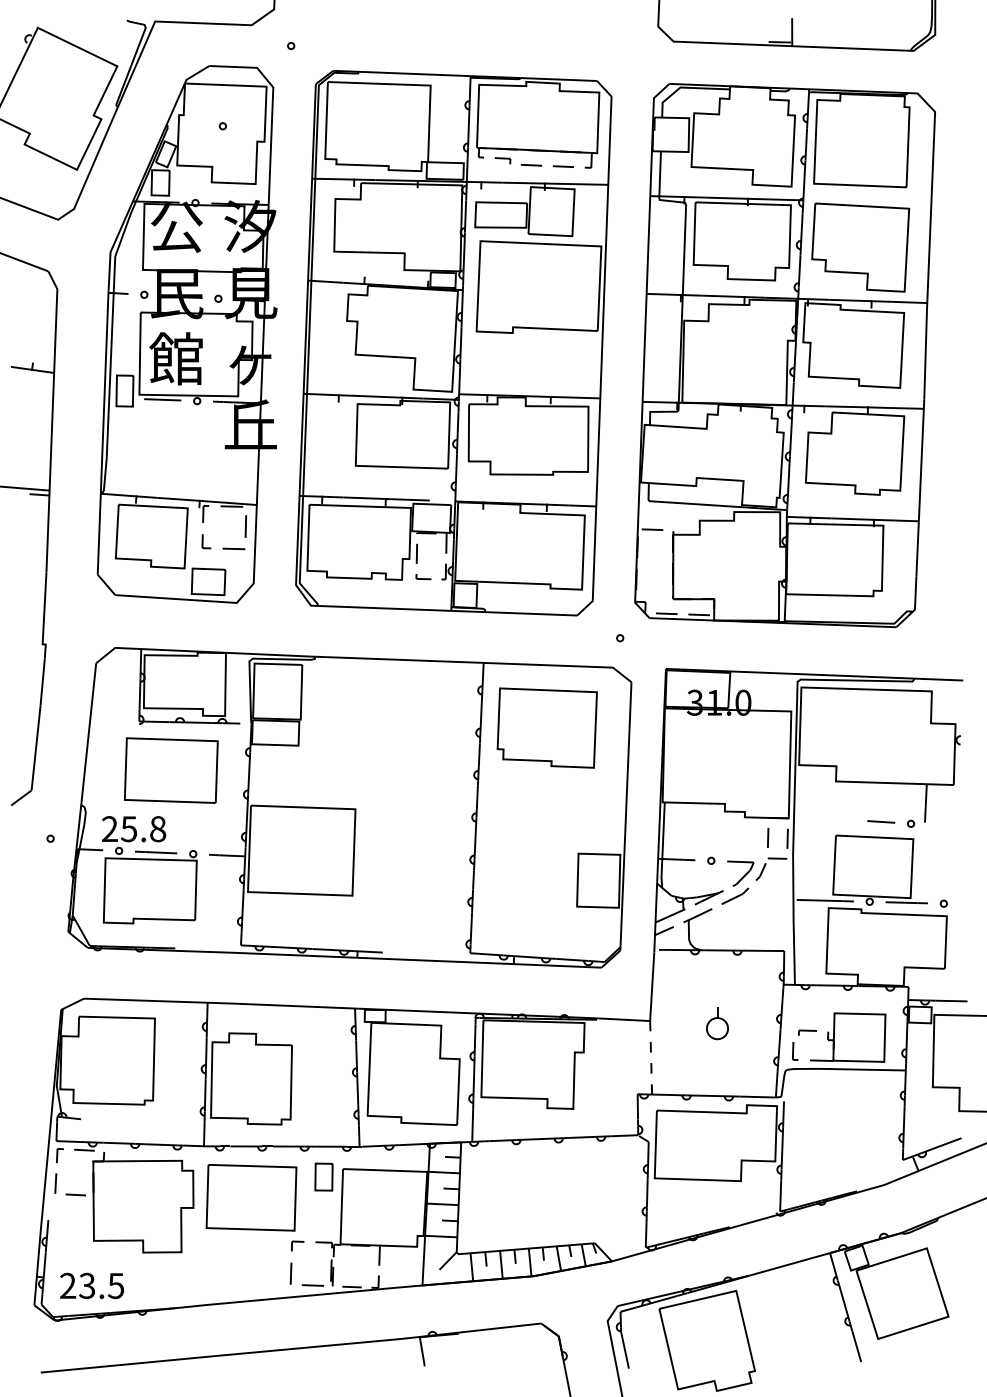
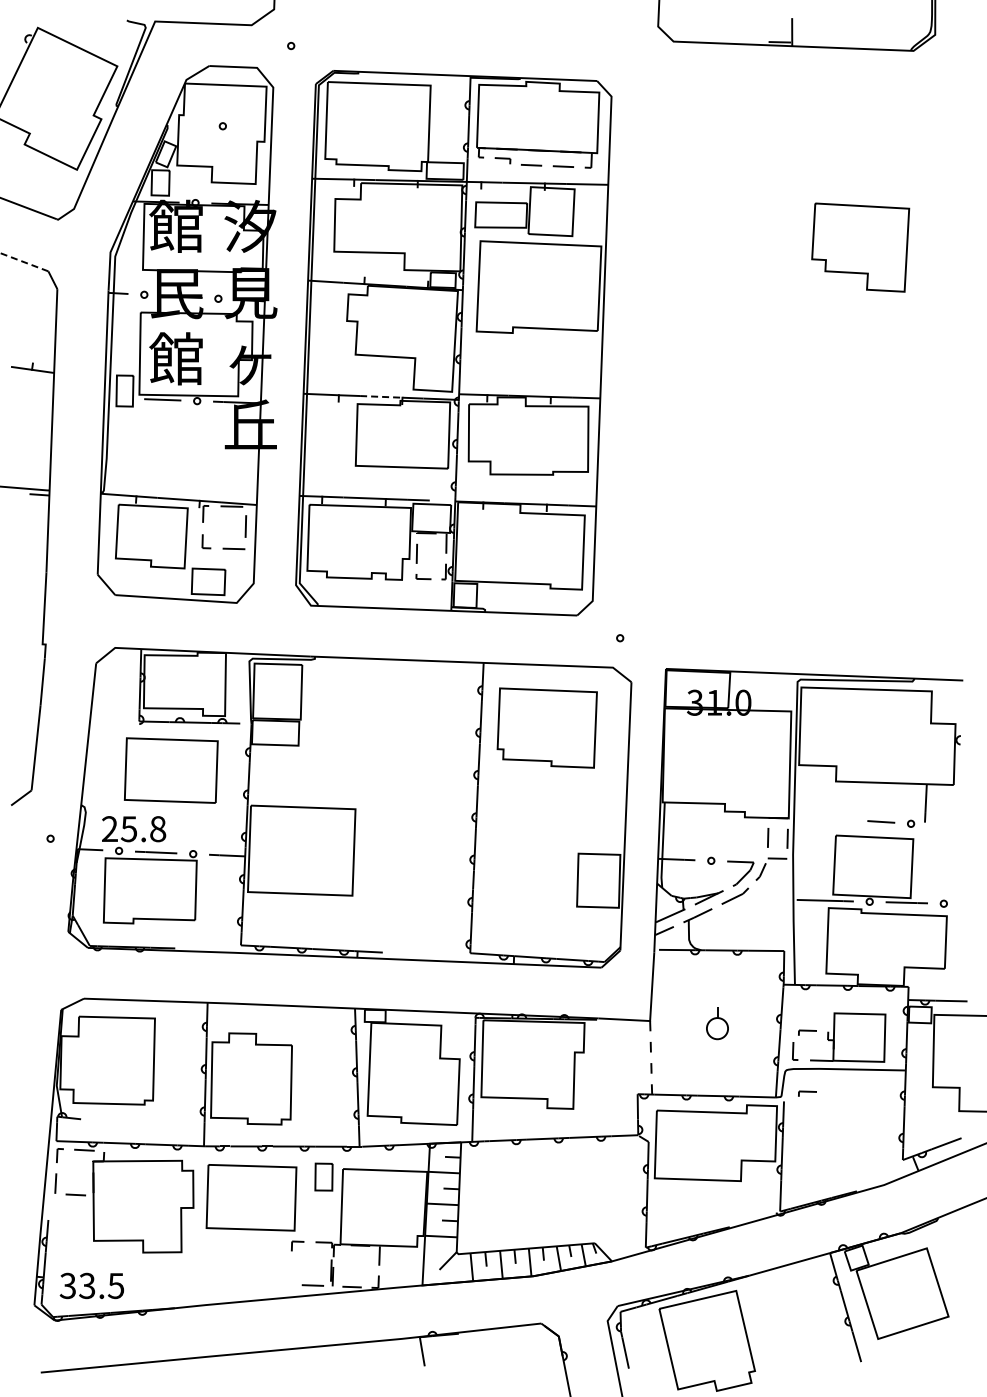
text at (175, 225): 公 -> 館
line at (24, 262): solid -> dashed
part at (784, 355): present -> none
line at (381, 396): solid -> dashed
part at (807, 1093): none -> present
line at (290, 1273): present -> none
text at (67, 1286): 23.5 -> 33.5
